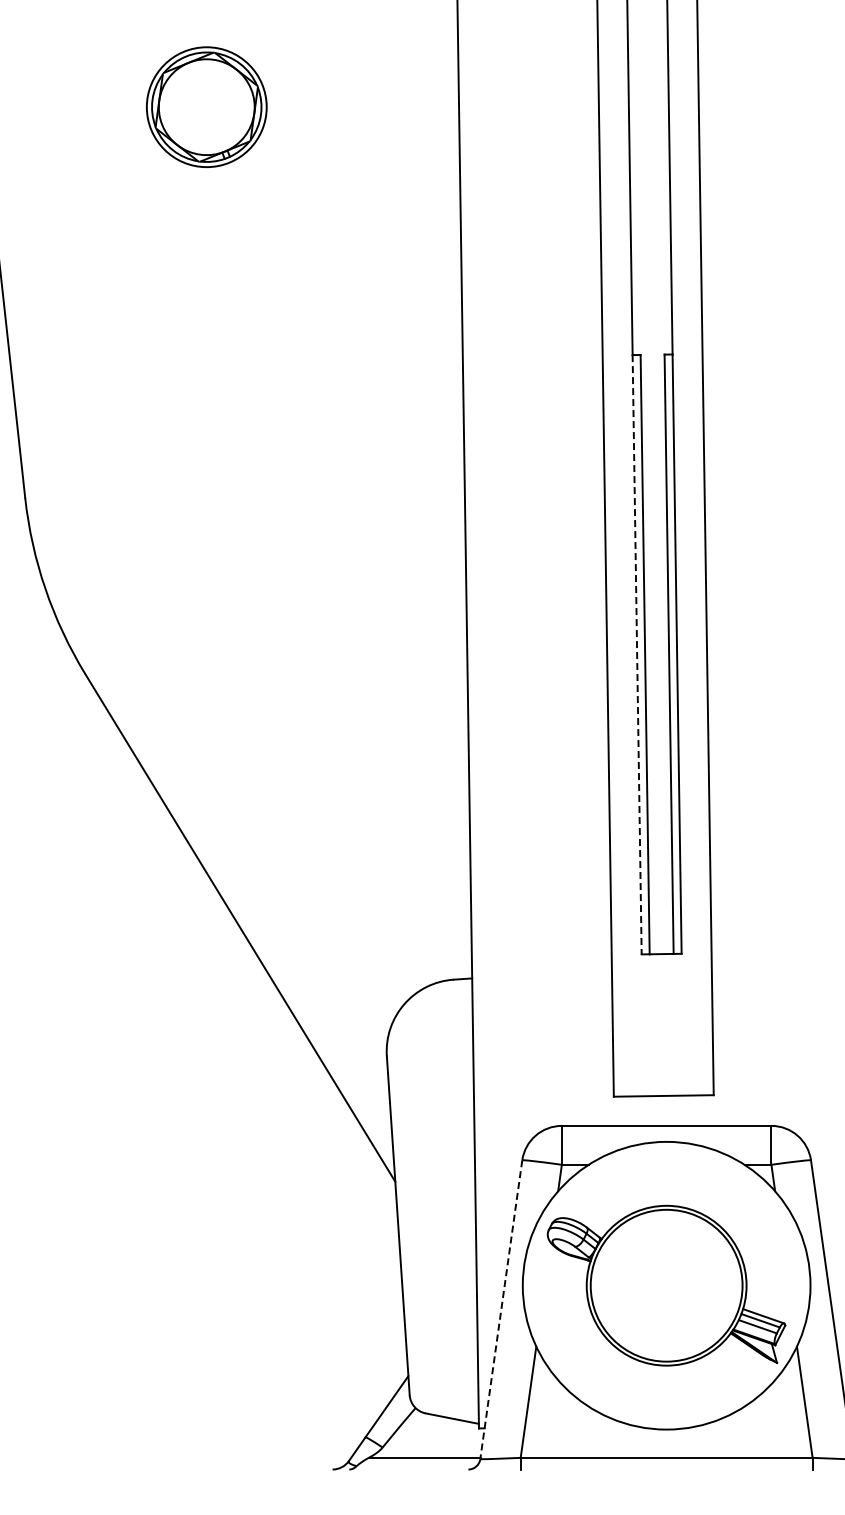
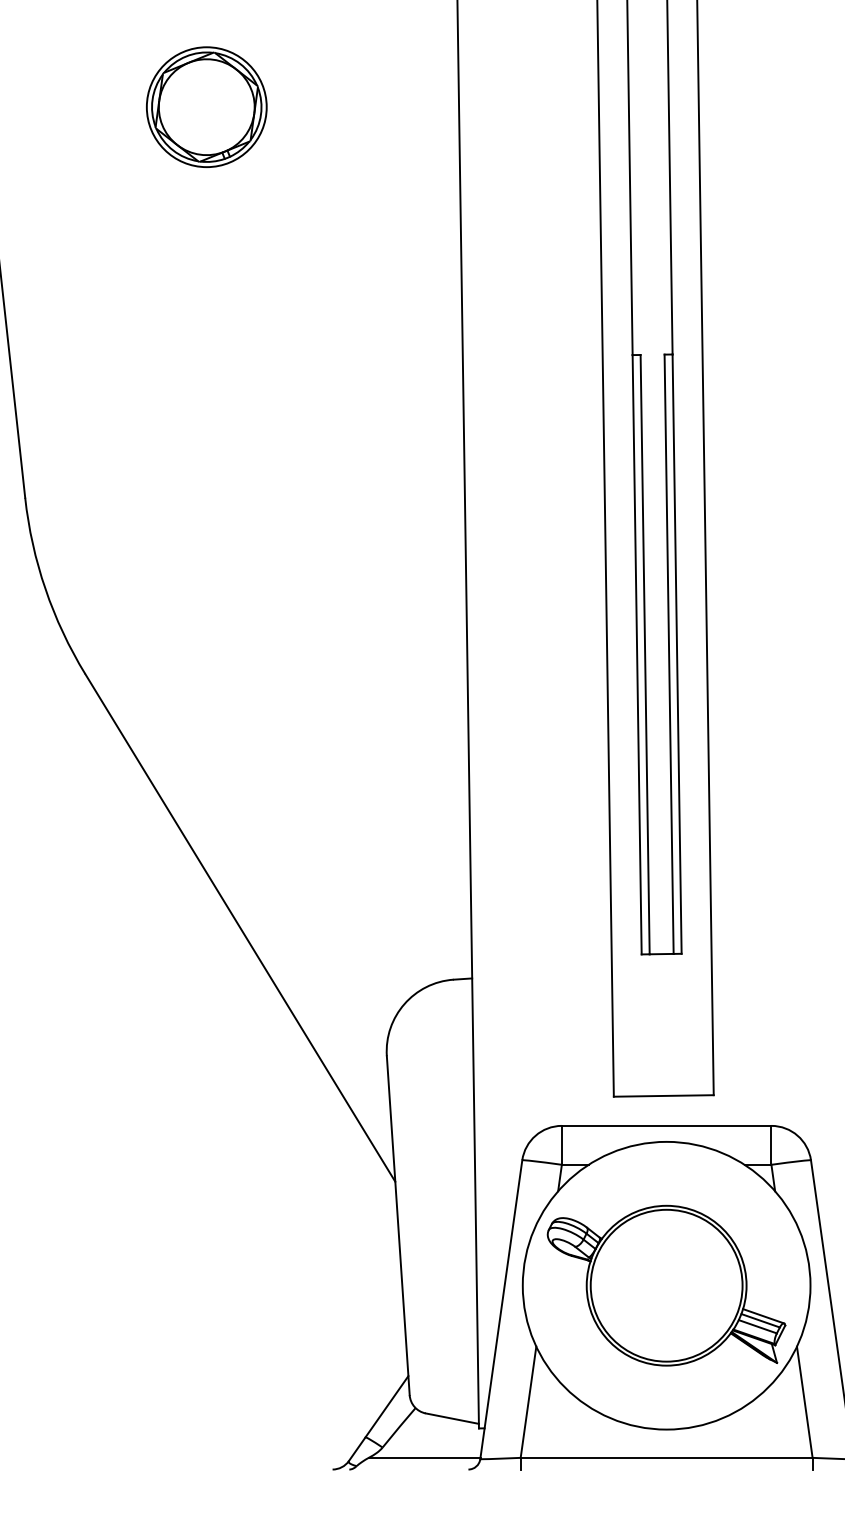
line at (637, 654): dashed -> solid
line at (501, 1309): dashed -> solid
